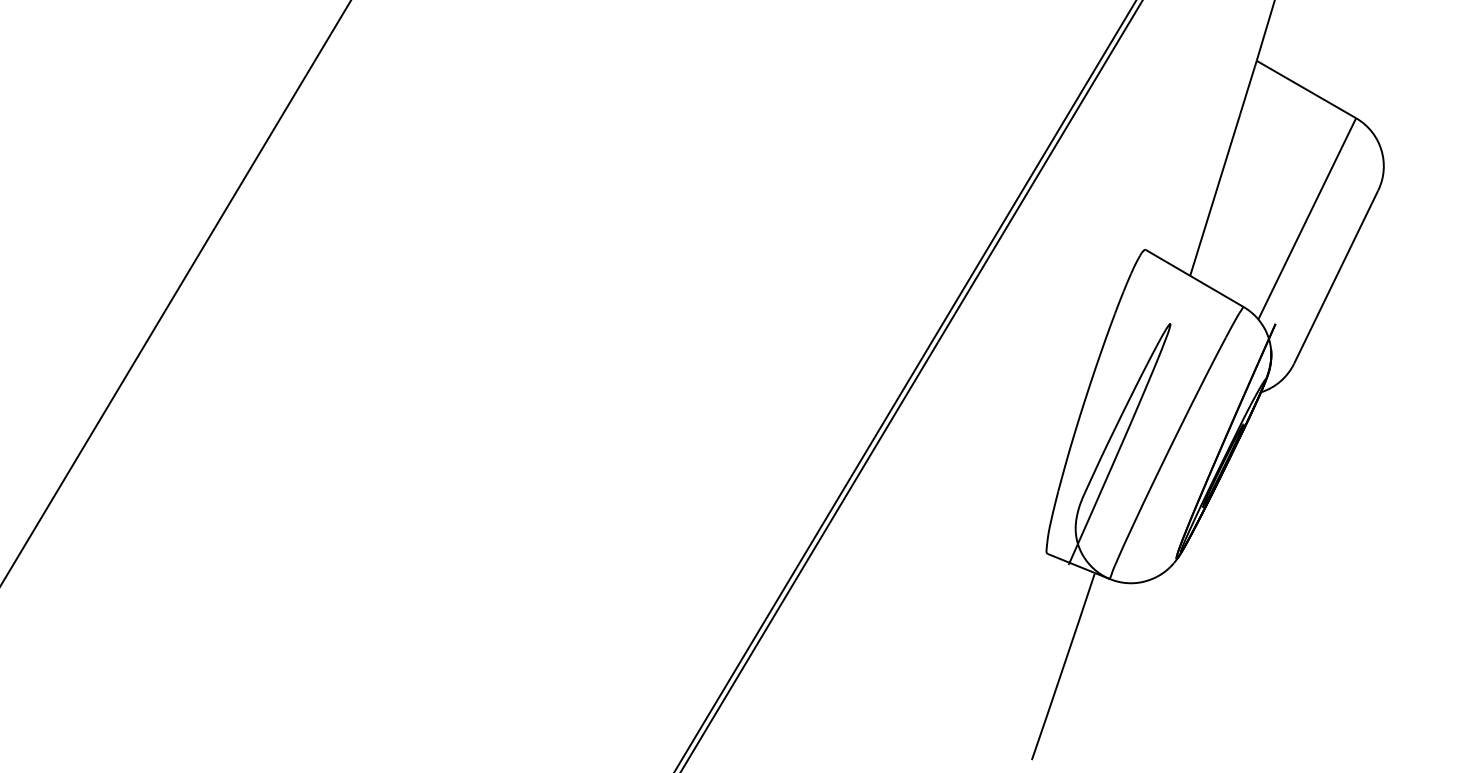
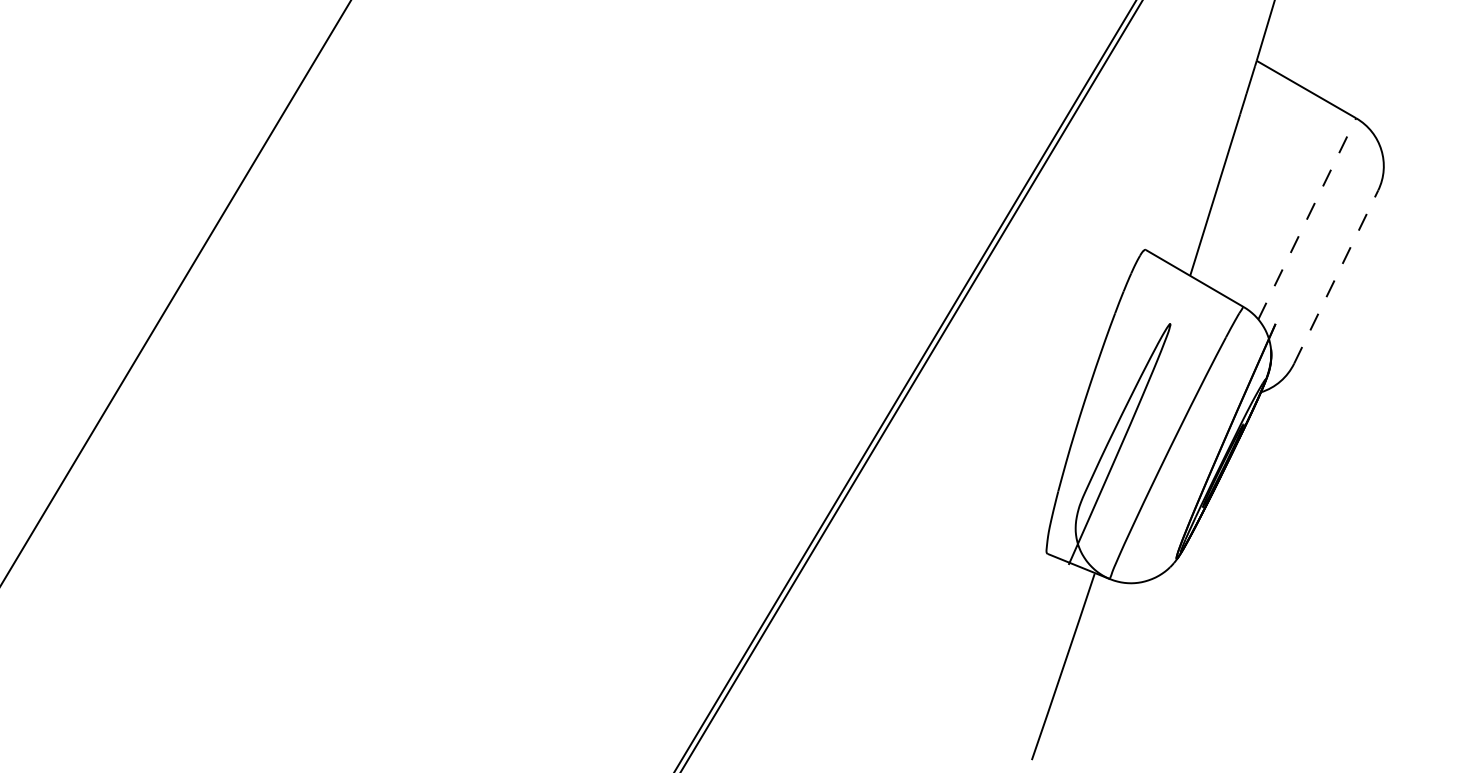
line at (1307, 218): solid -> dashed
line at (1336, 276): solid -> dashed
